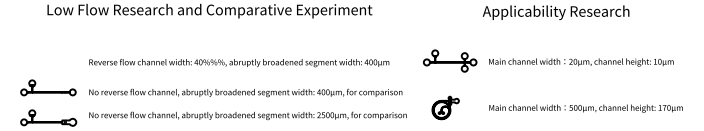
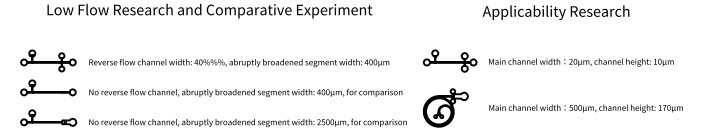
part at (48, 60): none -> present
part at (445, 107) size: 29x26 px -> 47x40 px
text at (247, 115) position: (247, 115) -> (247, 122)
